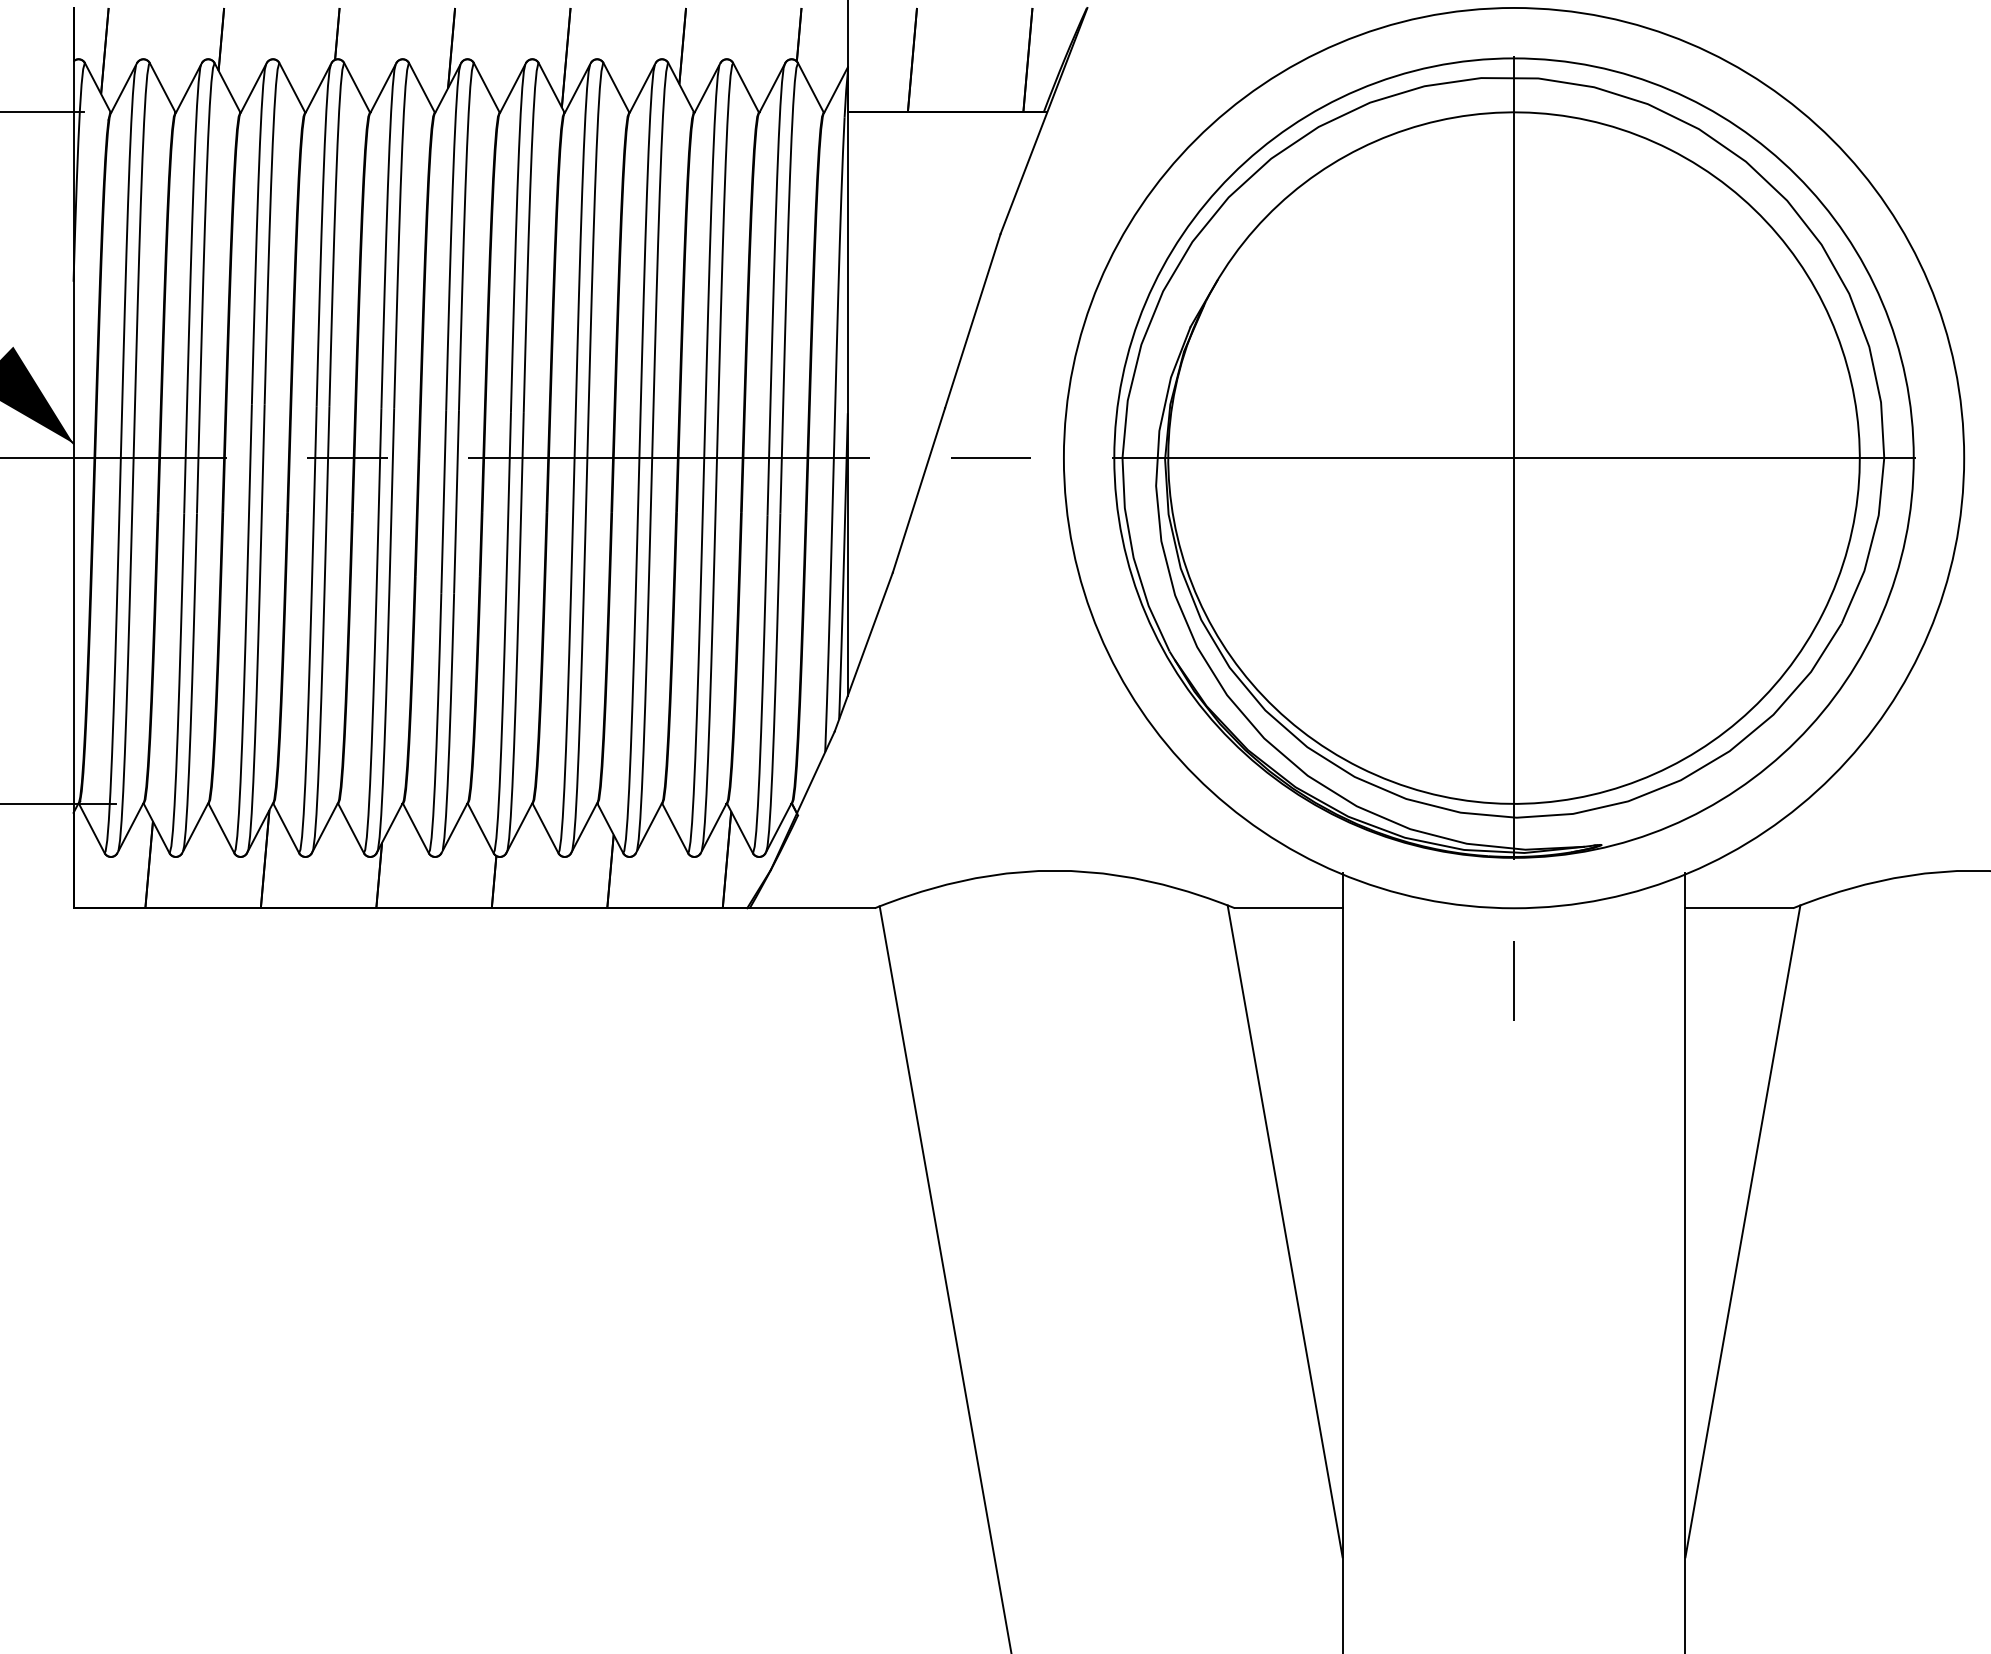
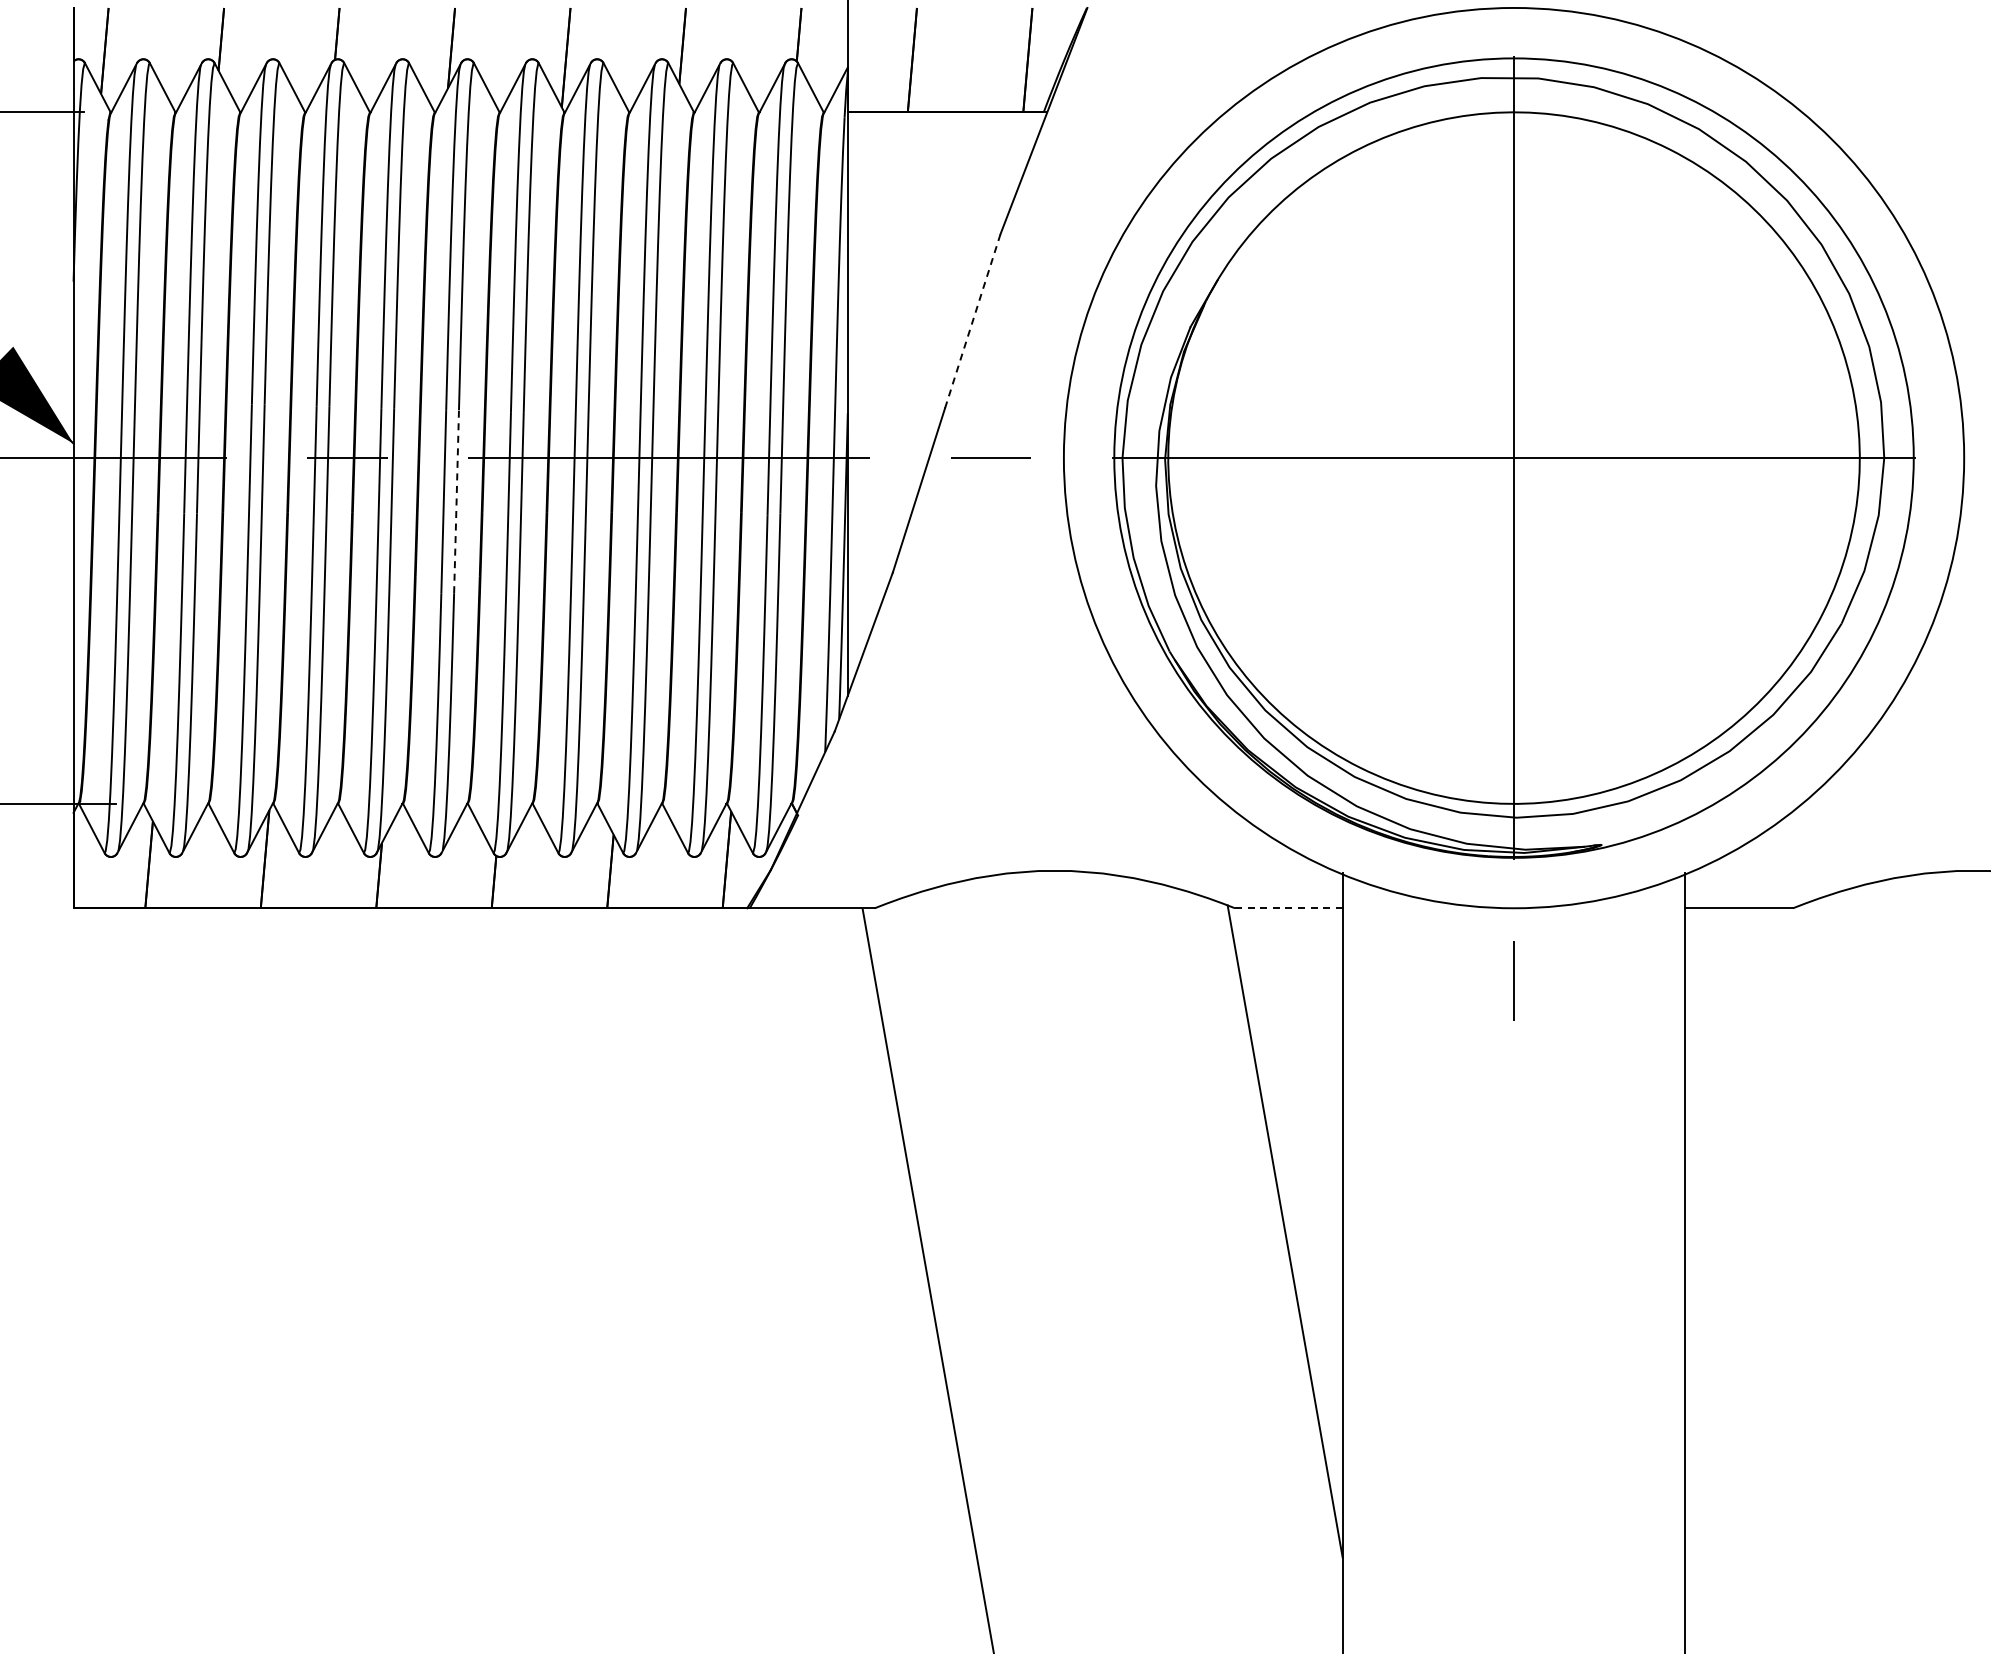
line at (972, 320): solid -> dashed
line at (456, 501): solid -> dashed
line at (1288, 908): solid -> dashed
line at (1742, 1231): present -> none
line at (944, 1278) position: (944, 1278) -> (927, 1279)
